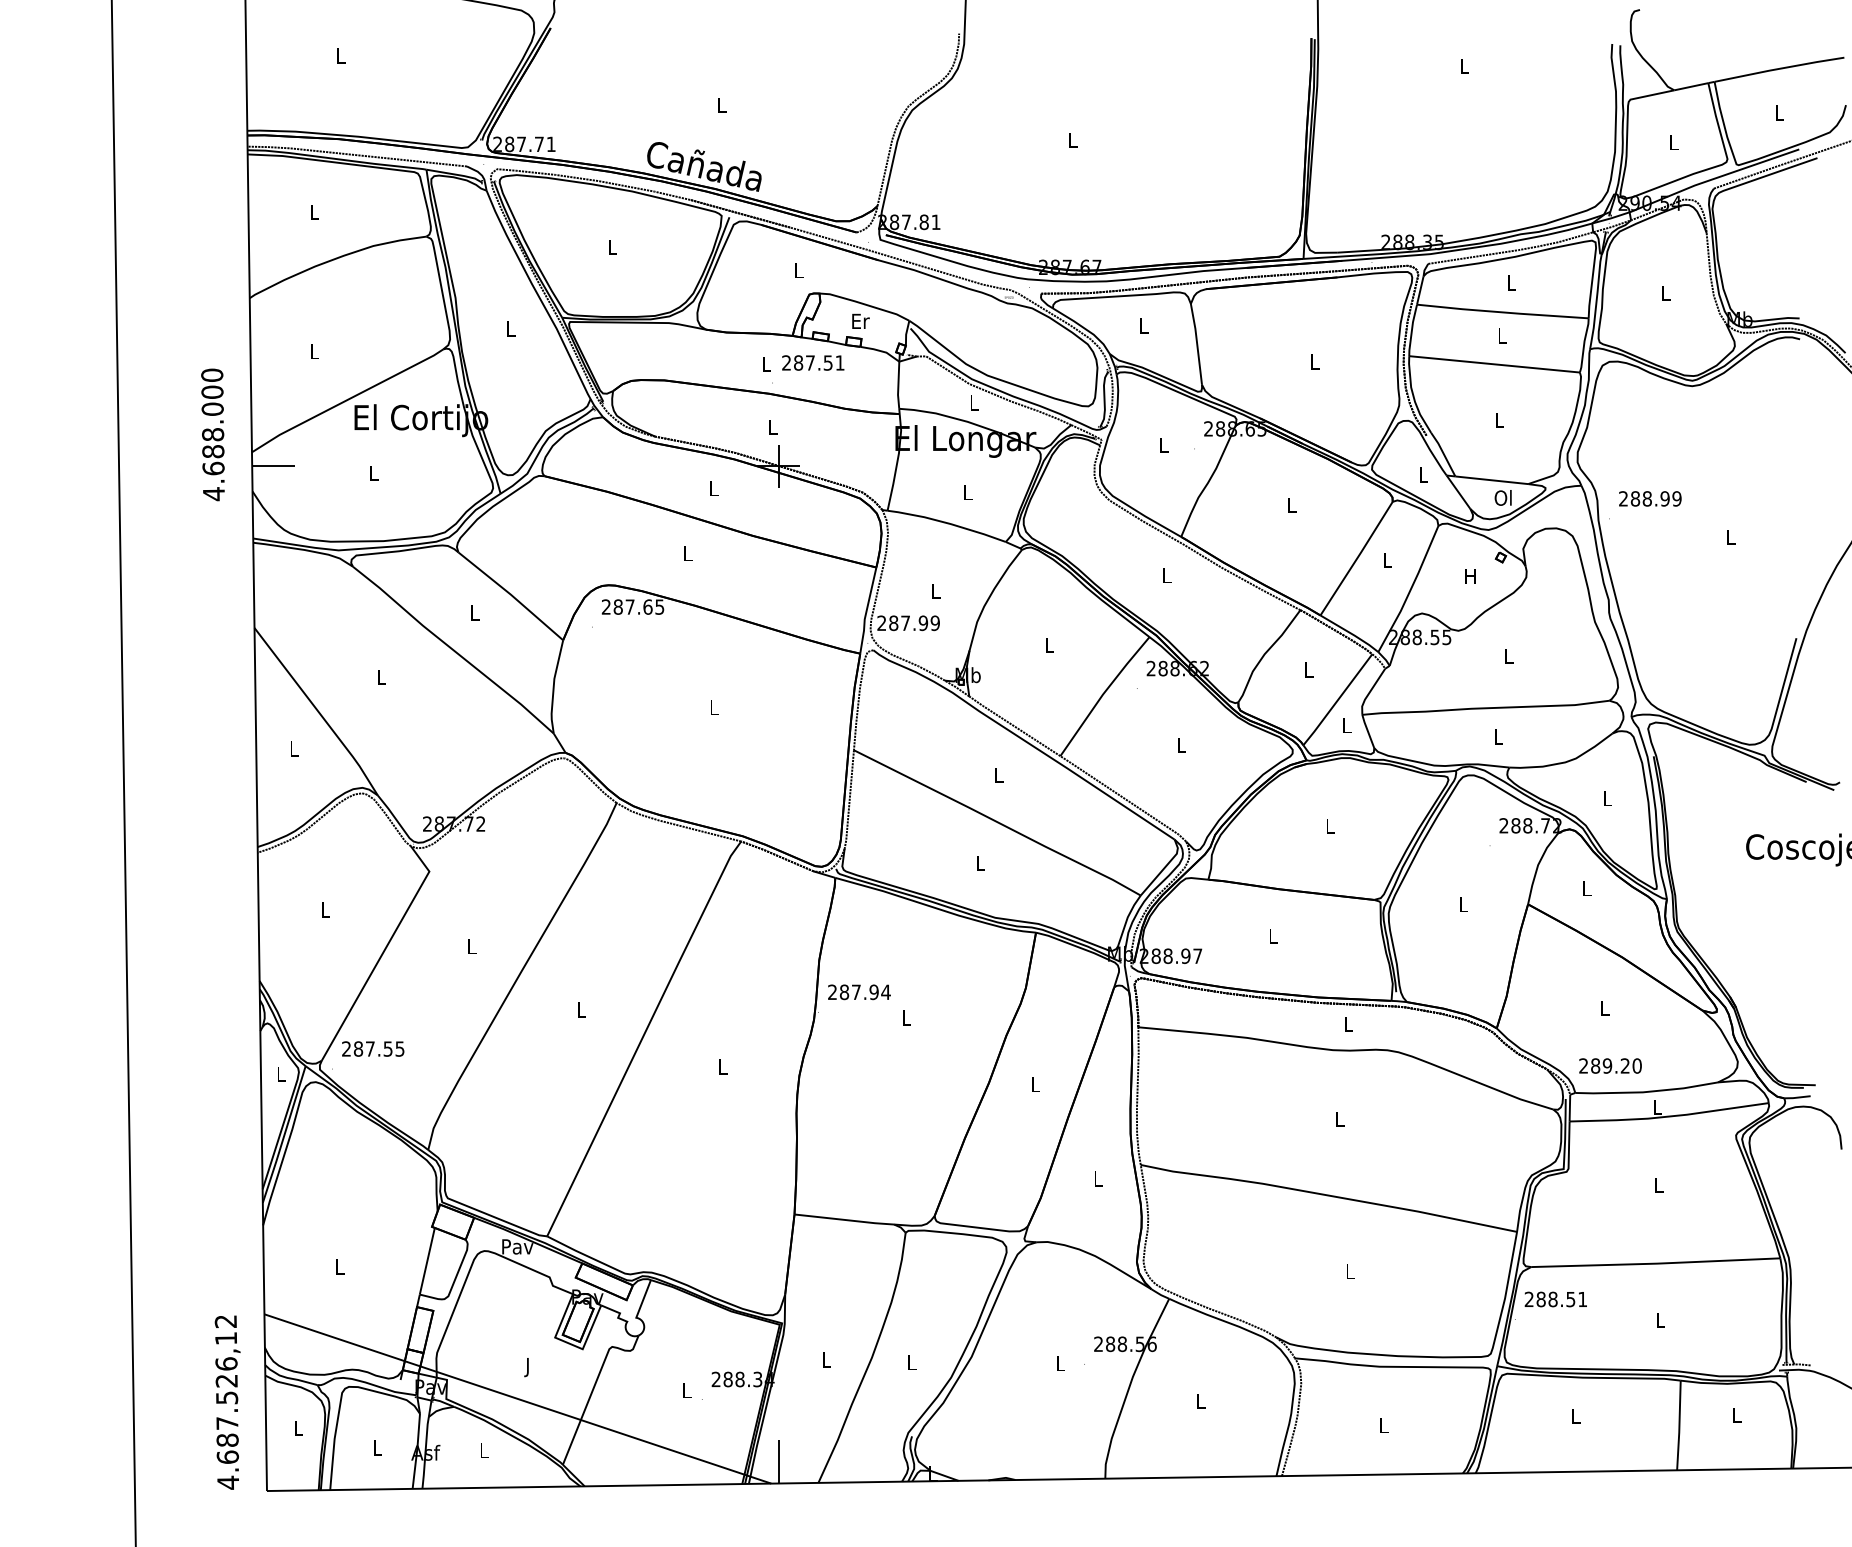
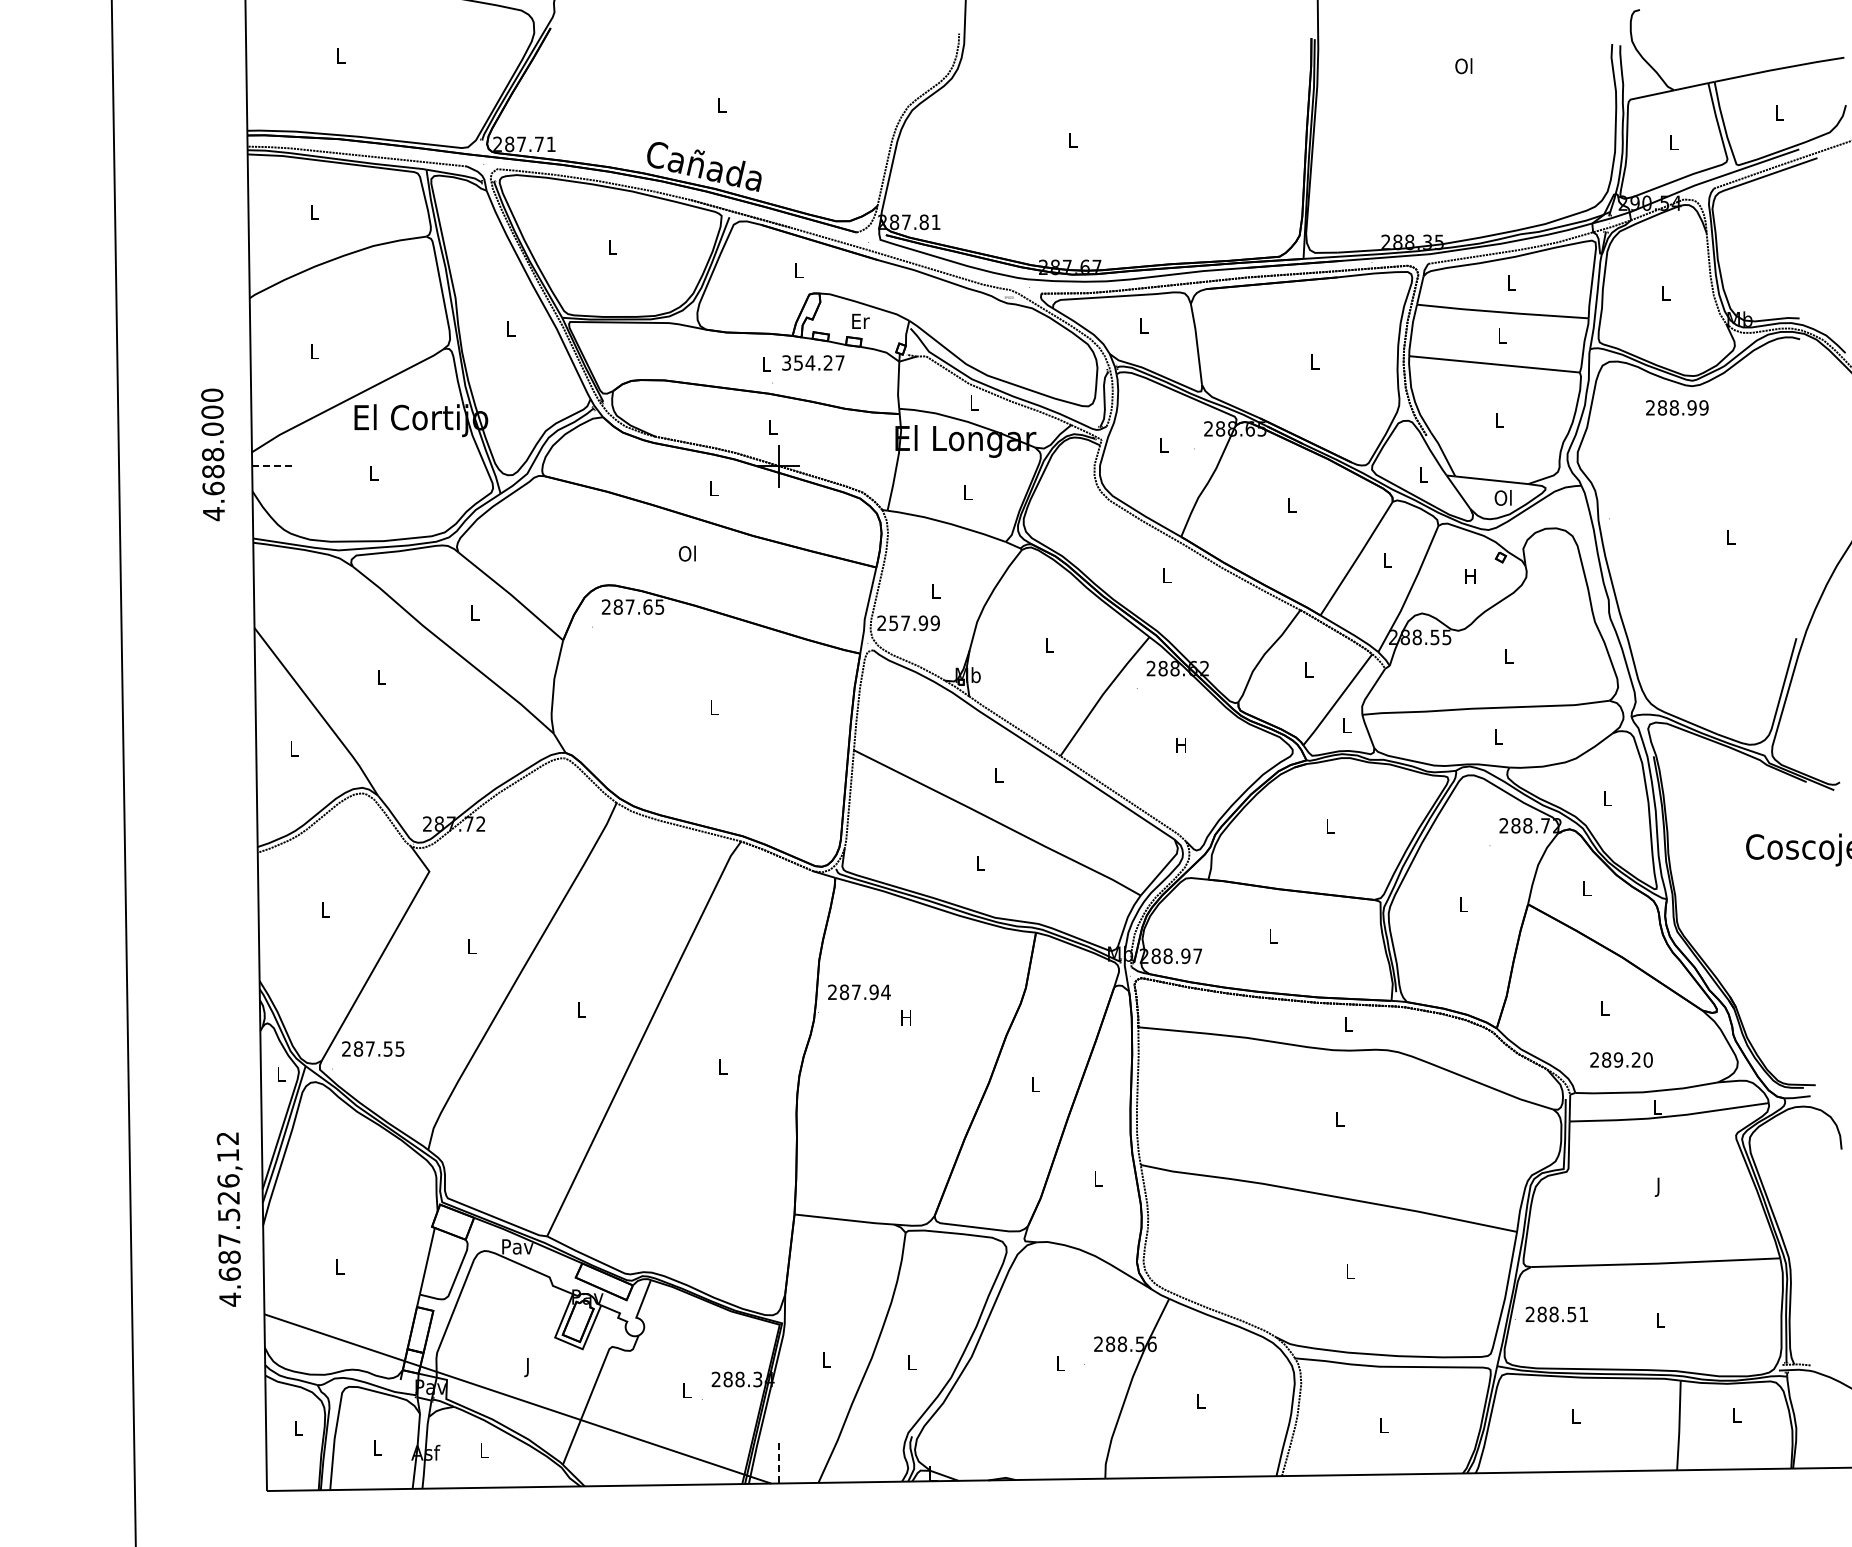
text at (1463, 66): L -> Ol
text at (813, 362): 287.51 -> 354.27
text at (212, 434) position: (212, 434) -> (212, 454)
line at (273, 466): solid -> dashed
text at (1650, 498) position: (1650, 498) -> (1677, 407)
text at (686, 553): L -> Ol
text at (893, 623): 287.99 -> 257.99
text at (1180, 745): L -> H
text at (905, 1017): L -> H
text at (1610, 1065) position: (1610, 1065) -> (1621, 1059)
text at (1658, 1186): L -> J
text at (1555, 1299) position: (1555, 1299) -> (1556, 1314)
text at (227, 1402) position: (227, 1402) -> (229, 1219)
line at (778, 1461): solid -> dashed
